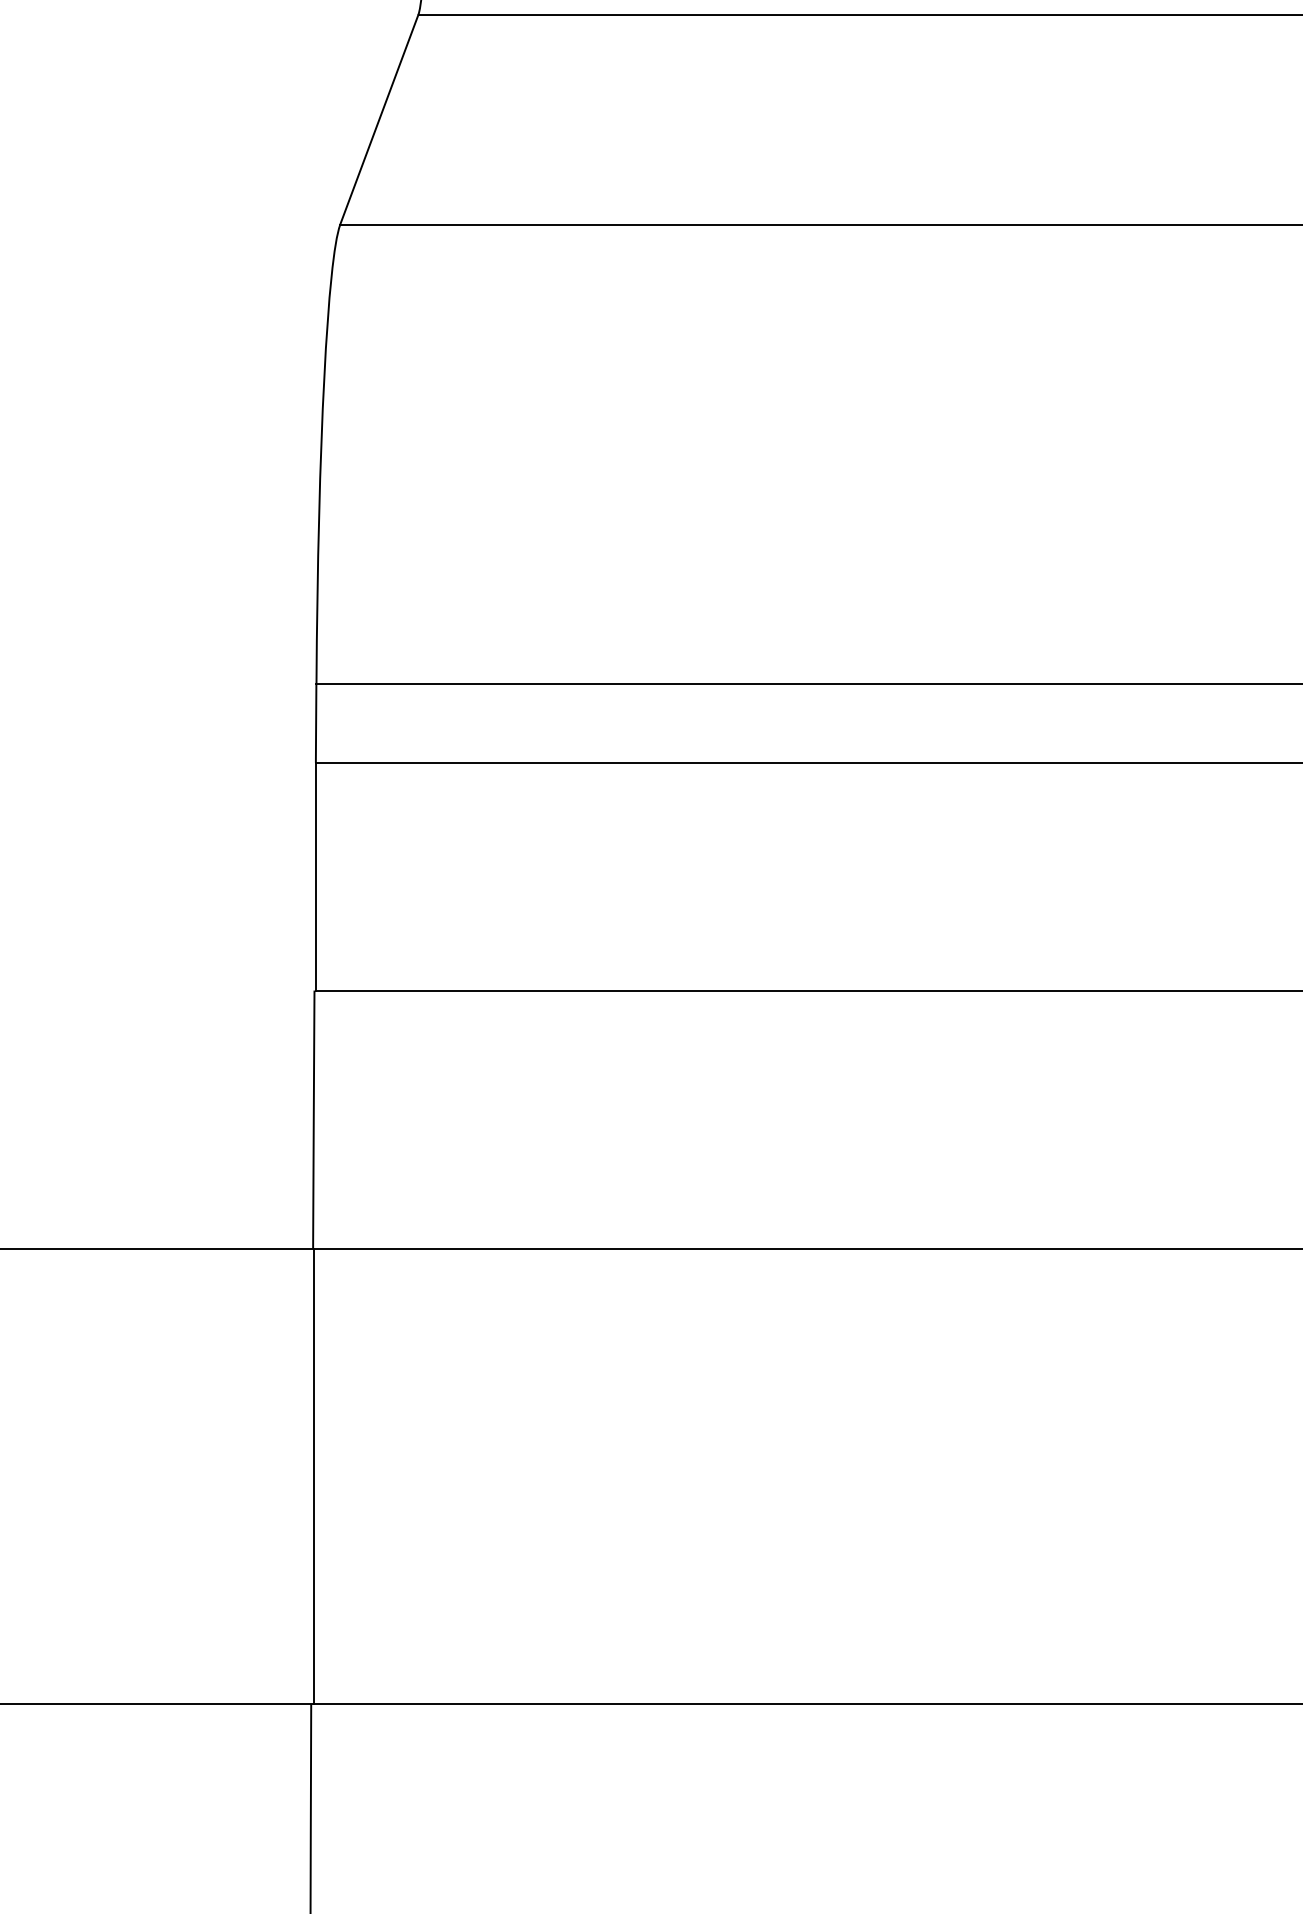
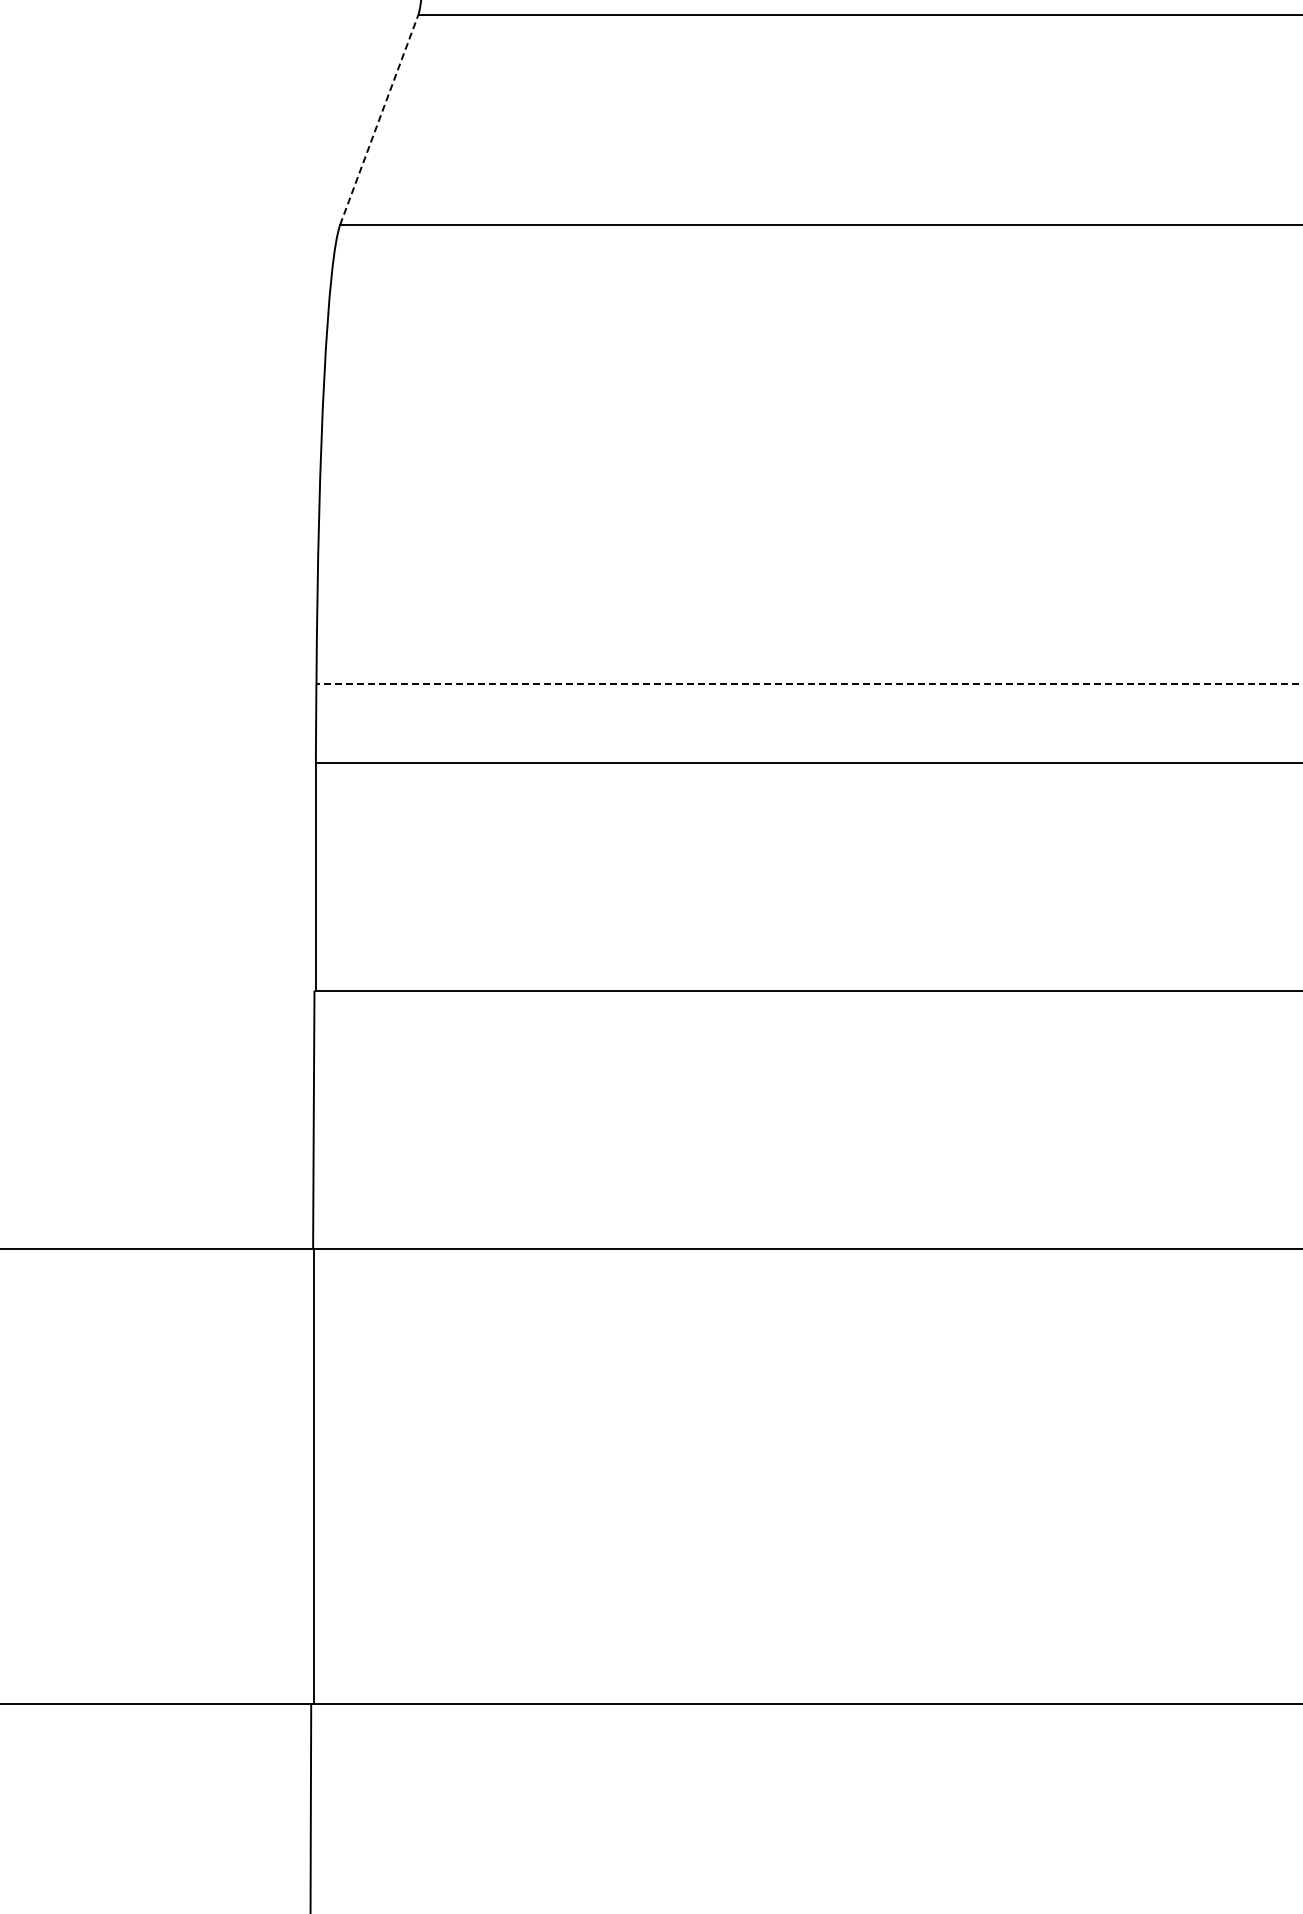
line at (379, 119): solid -> dashed
line at (809, 683): solid -> dashed
